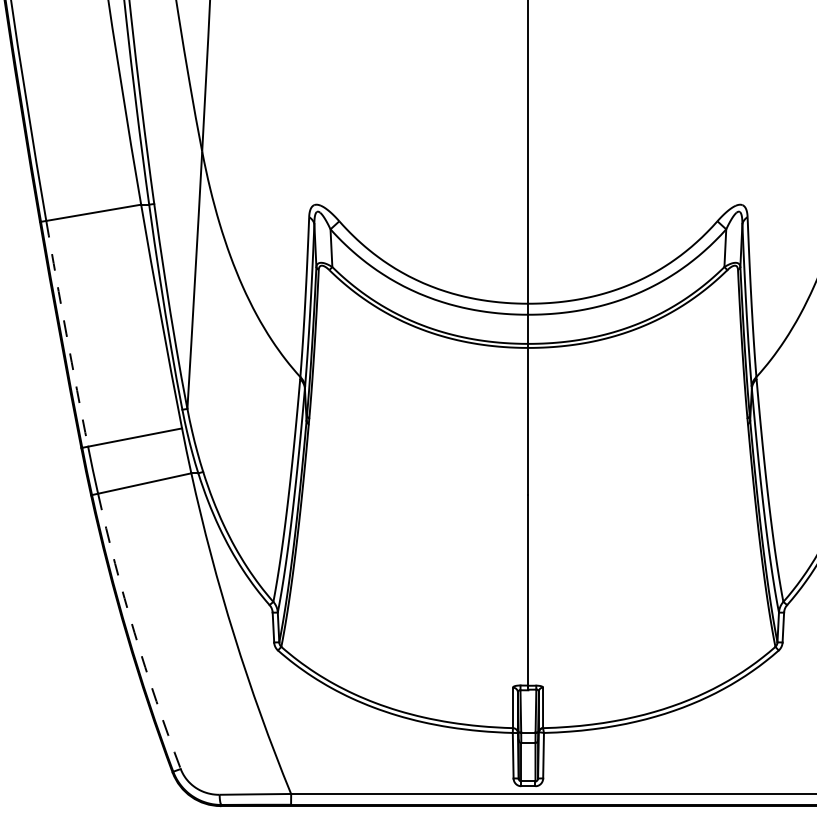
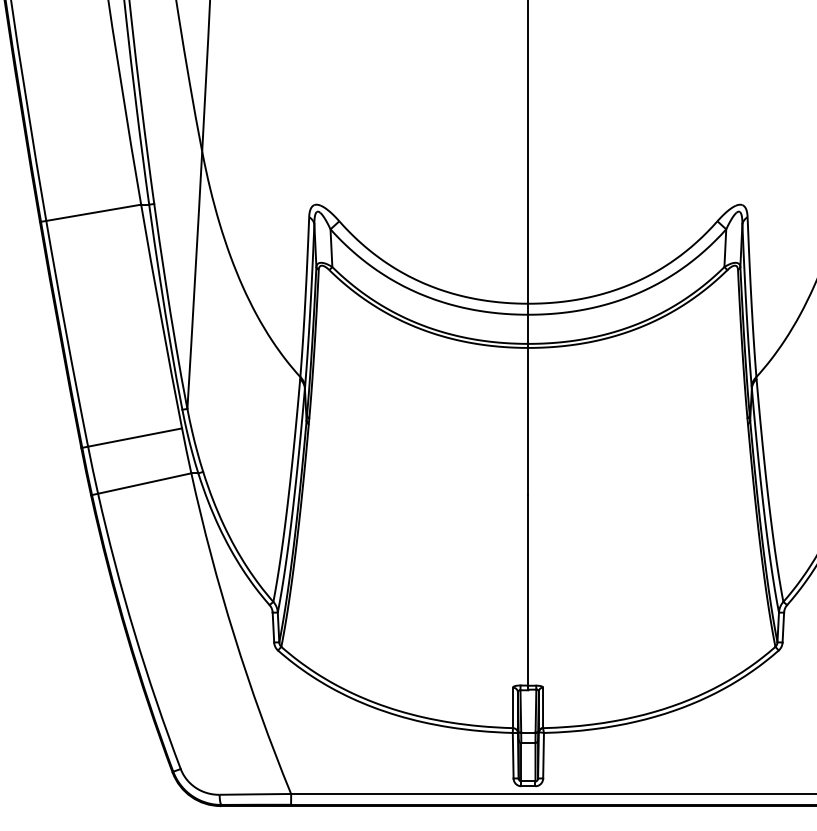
arc at (66, 333): dashed -> solid
arc at (134, 632): dashed -> solid
